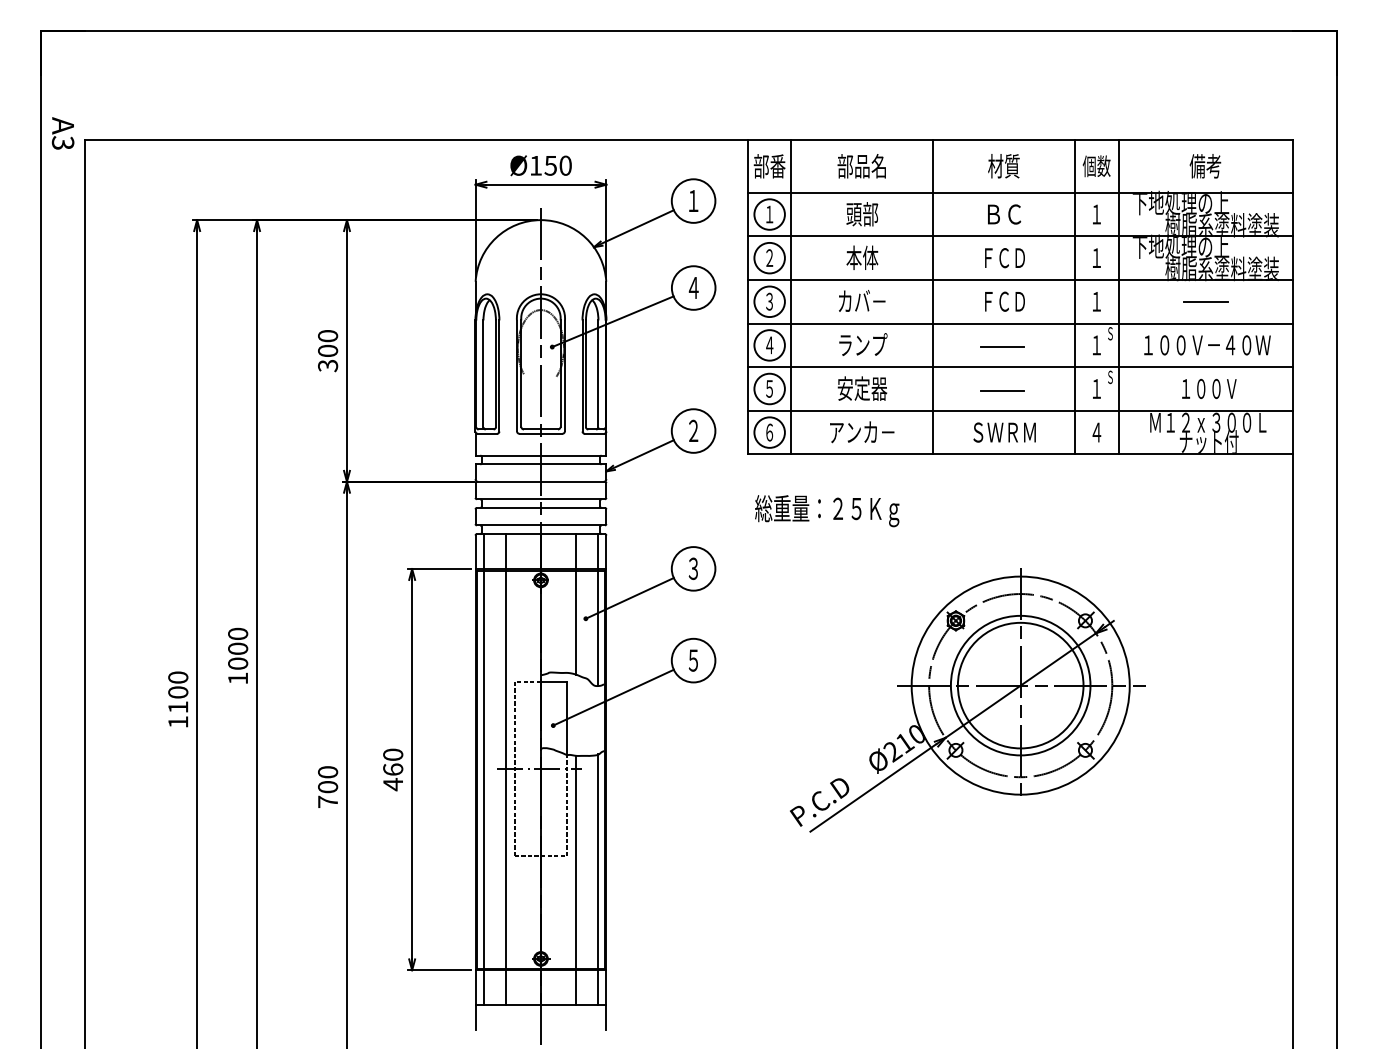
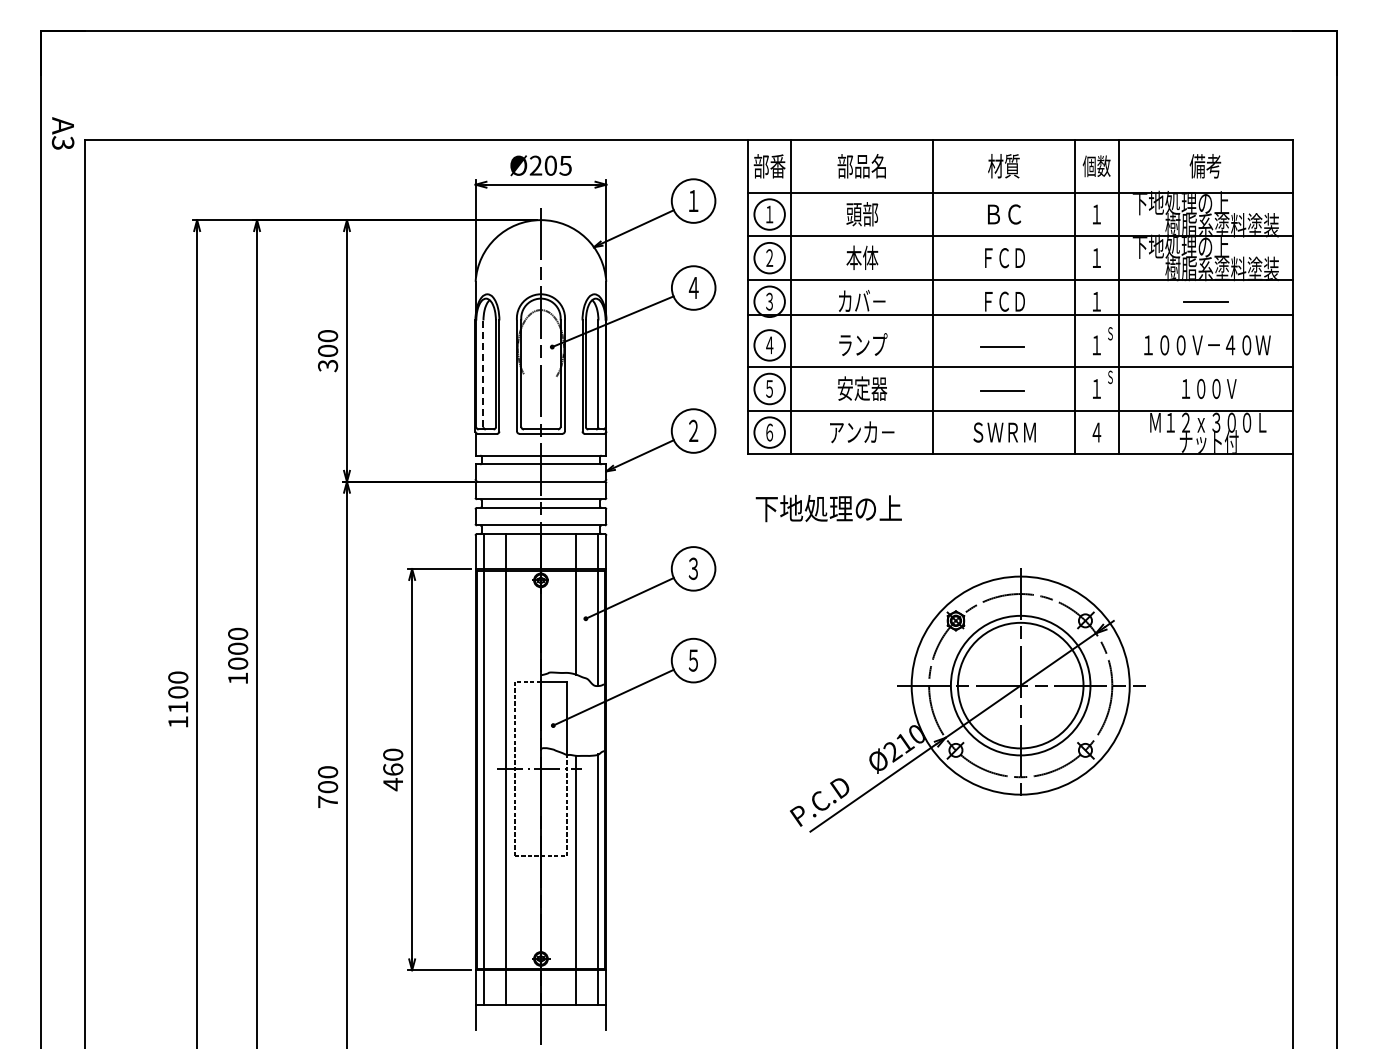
text at (550, 165): Ø150 -> Ø205
line at (1020, 323) position: (1020, 323) -> (1020, 314)
line at (483, 373): solid -> dashed
text at (828, 510): 総重量：２５Ｋｇ -> 下地処理の上
